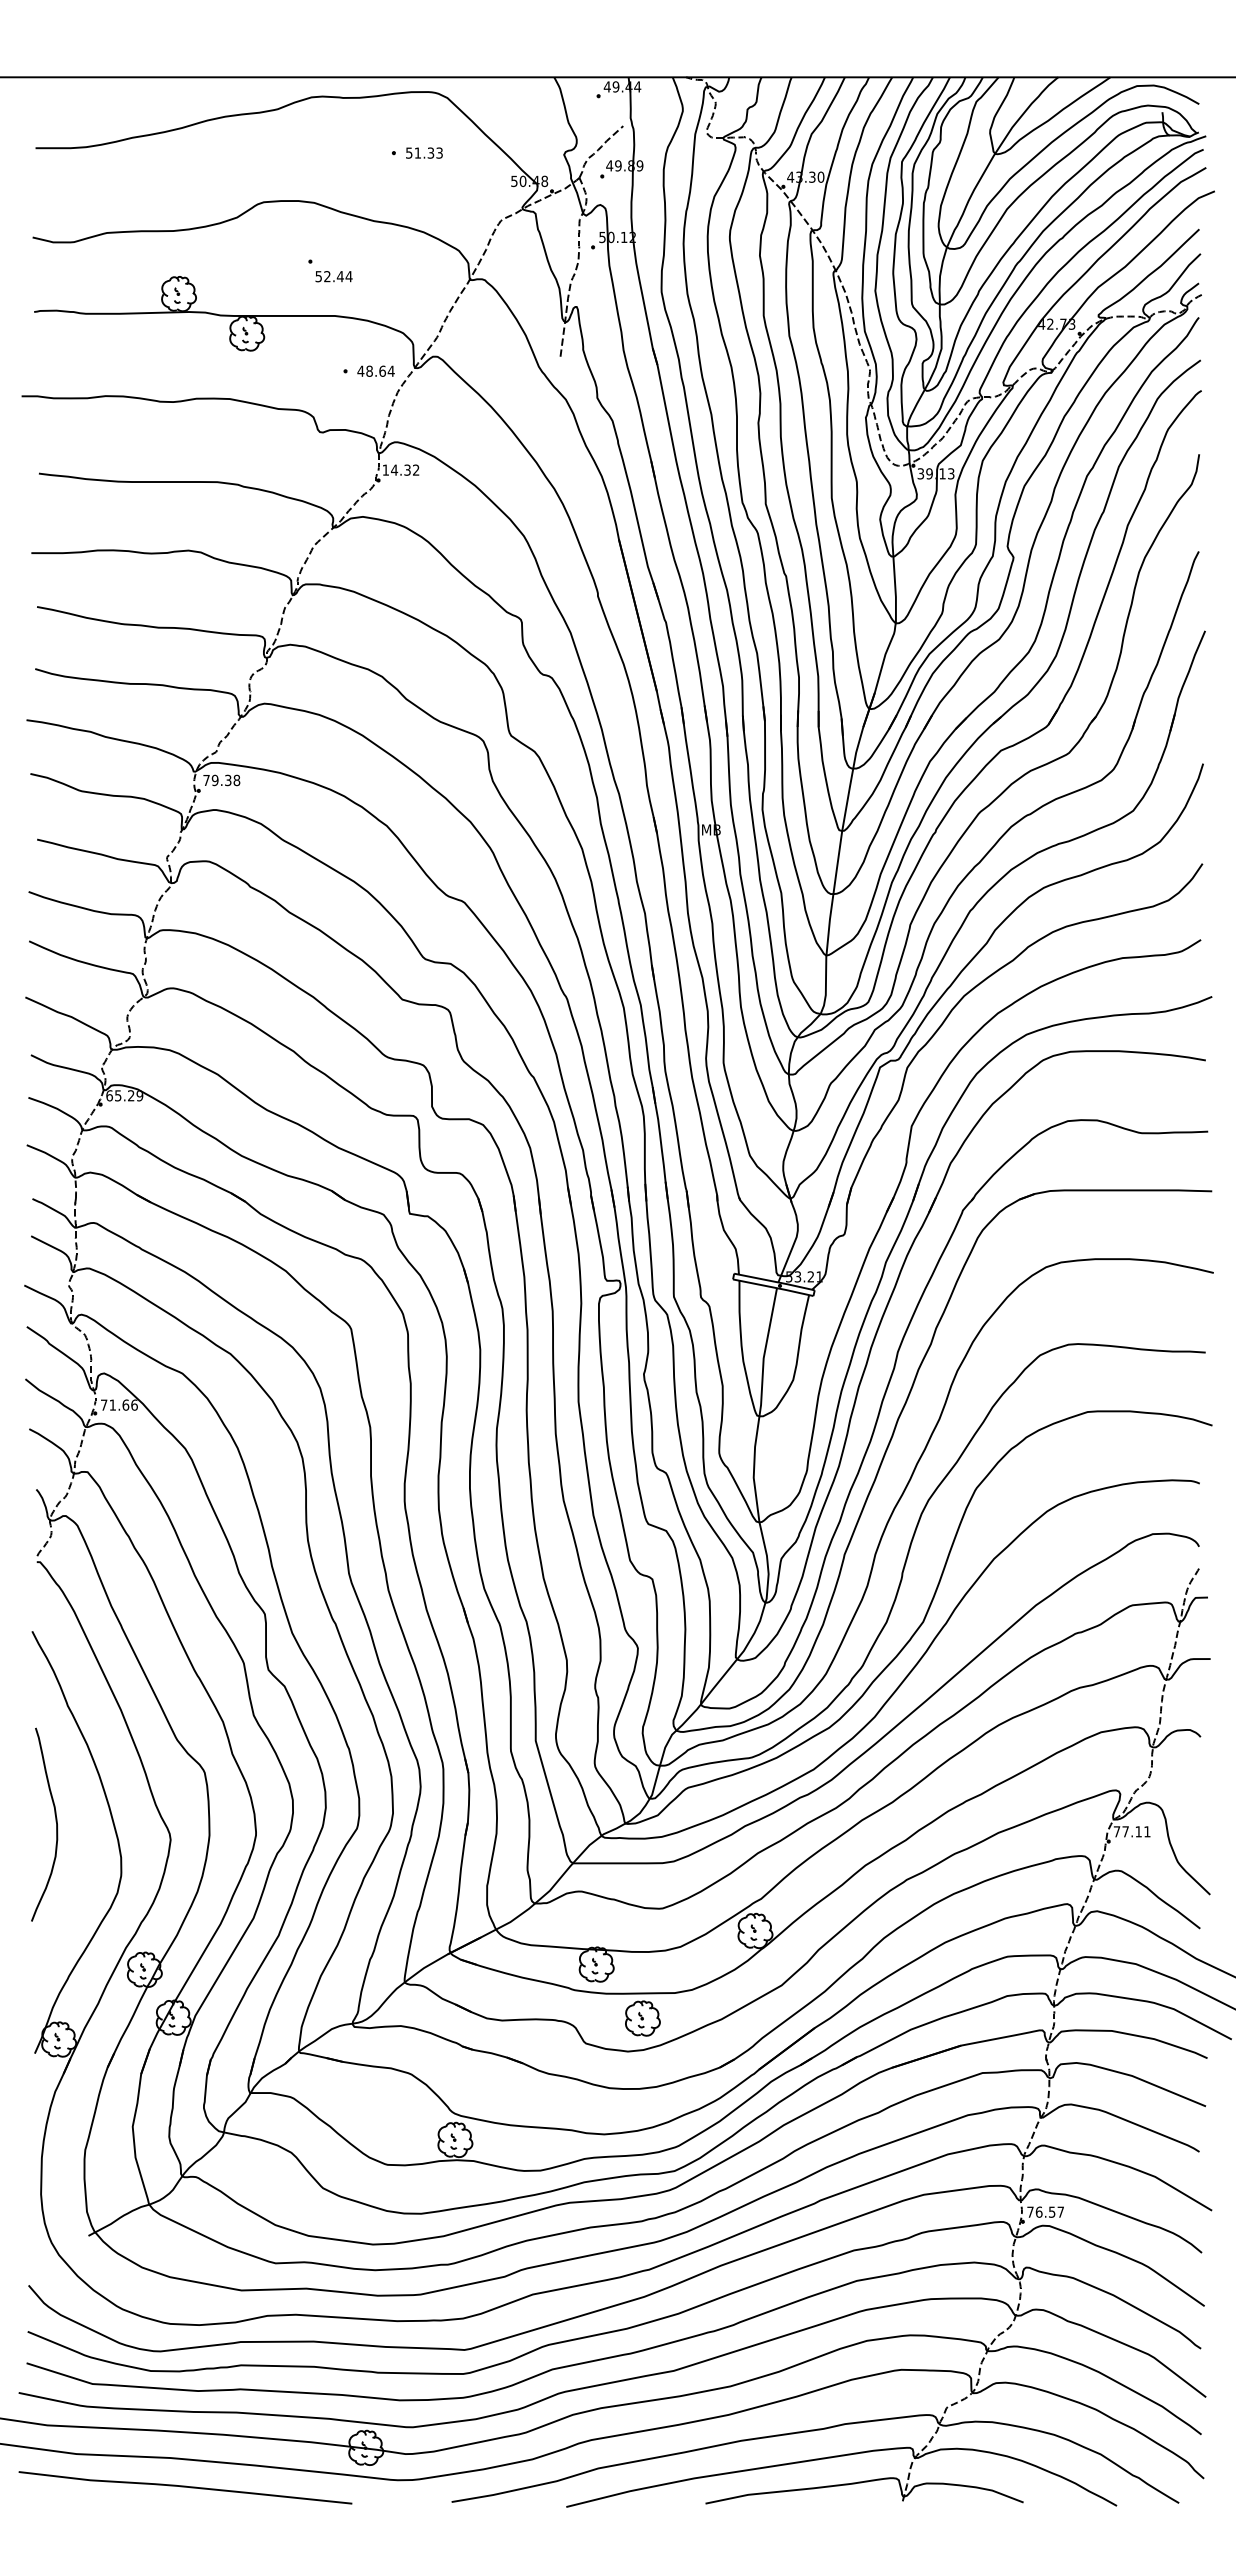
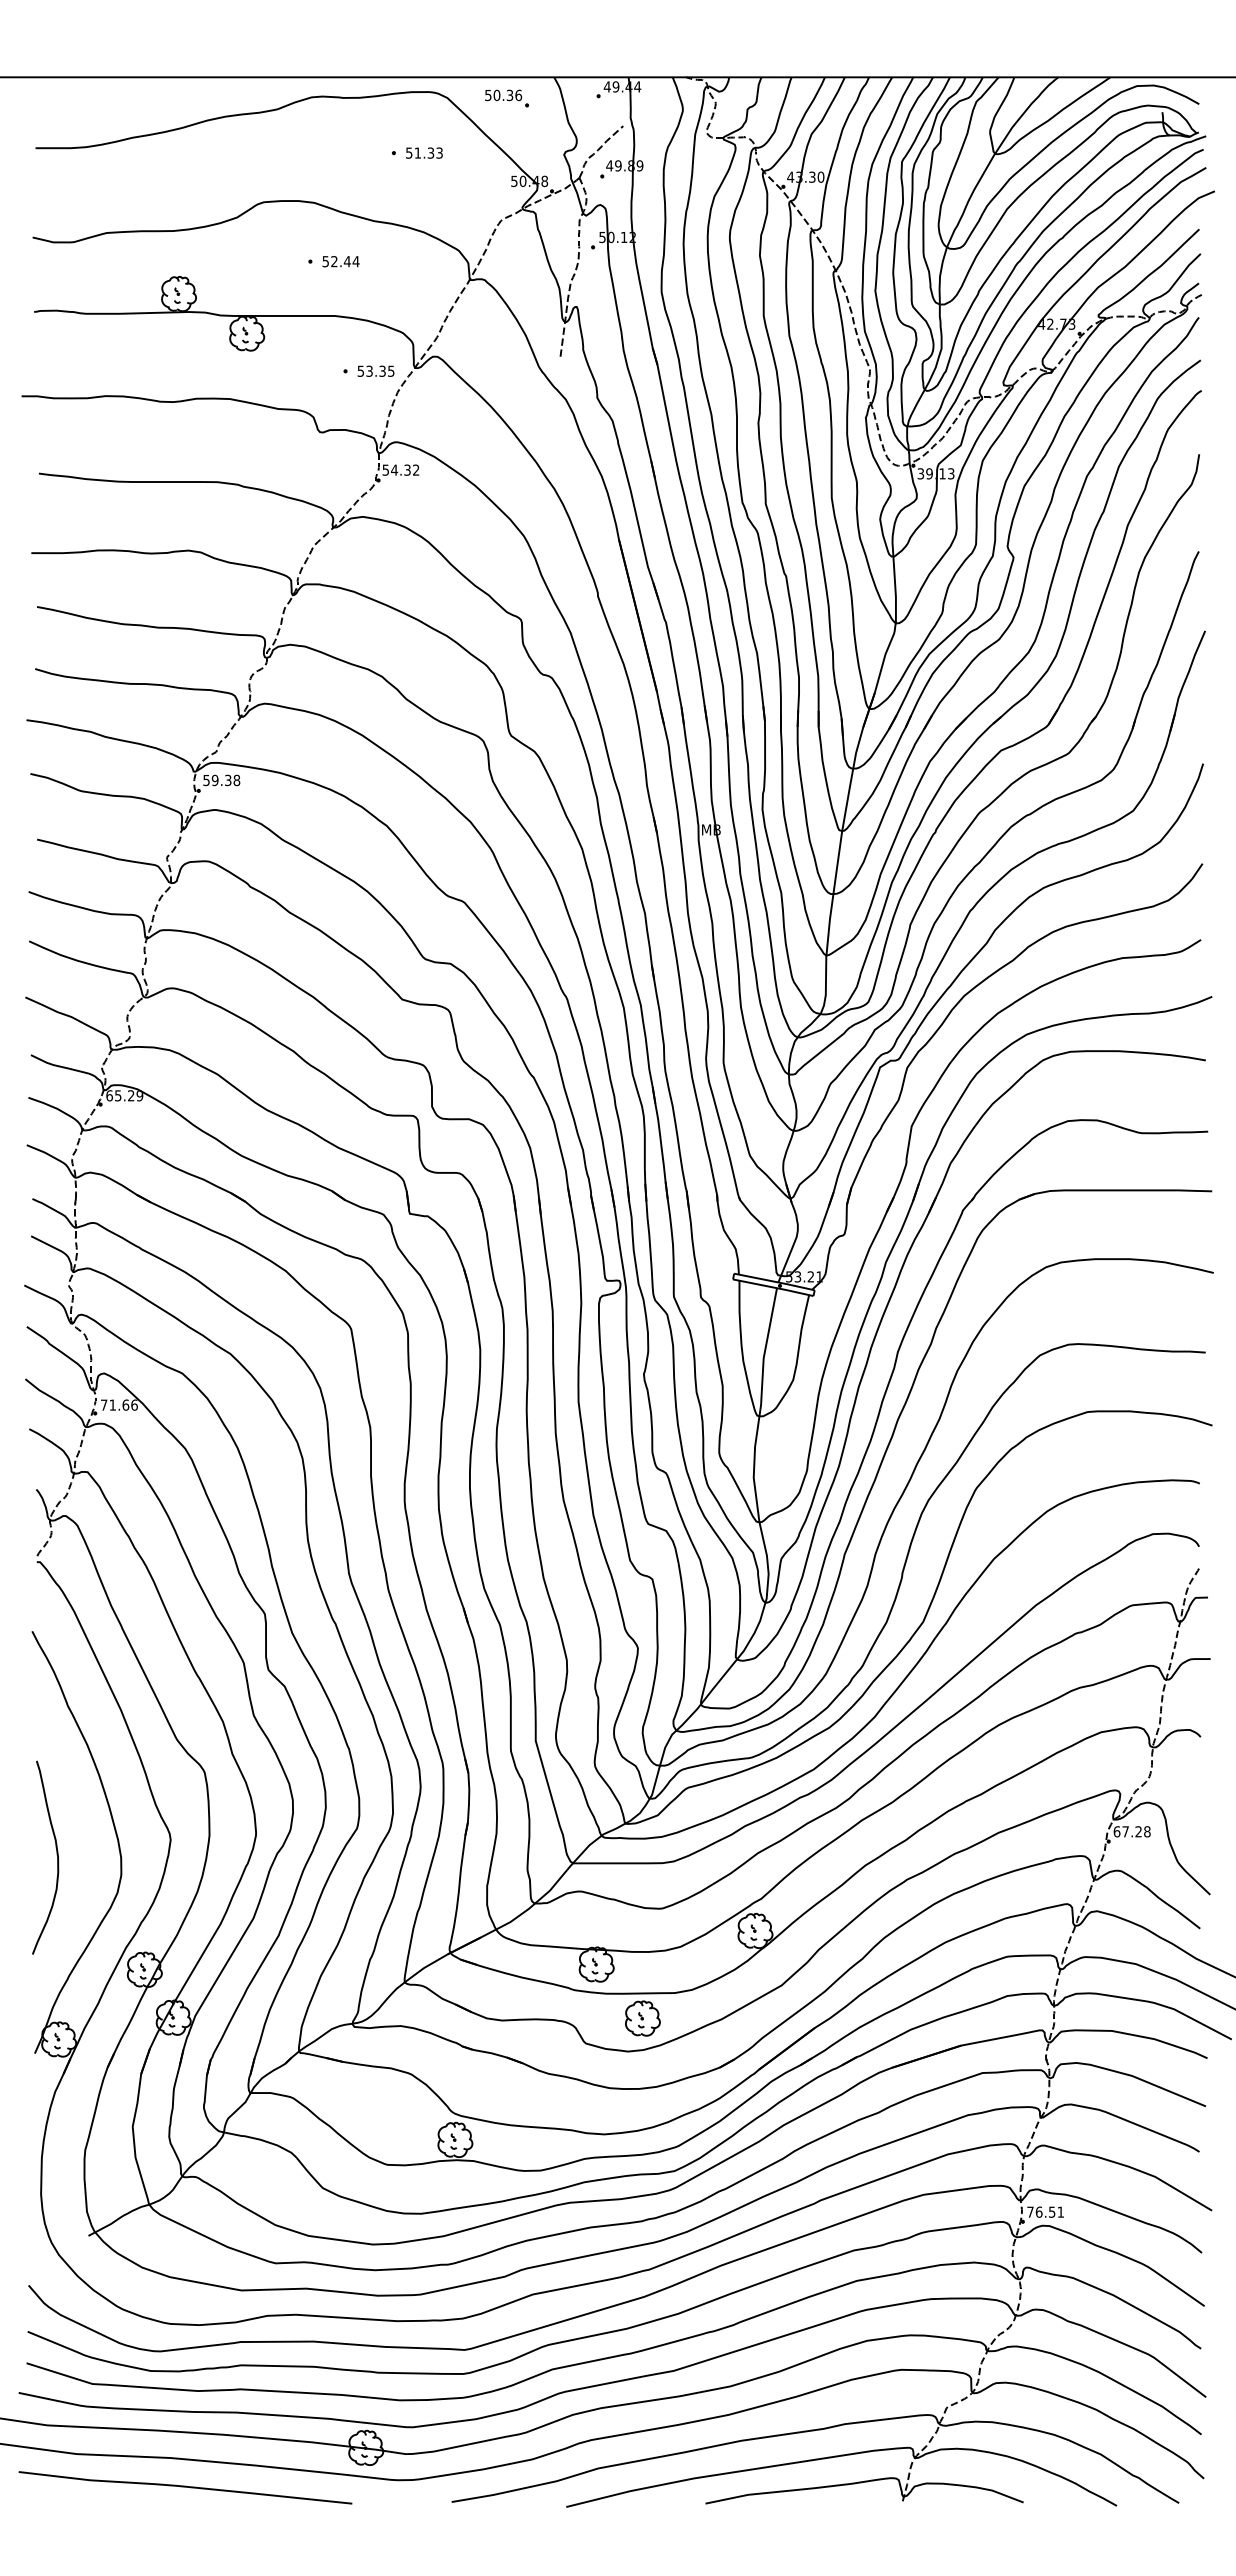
part at (506, 98): none -> present
text at (333, 276) position: (333, 276) -> (340, 261)
text at (375, 370): 48.64 -> 53.35
text at (385, 469): 14.32 -> 54.32
text at (206, 780): 79.38 -> 59.38
curve at (55, 1821) position: (55, 1821) -> (56, 1854)
text at (1131, 1831): 77.11 -> 67.28
text at (1060, 2211): 76.57 -> 76.51
